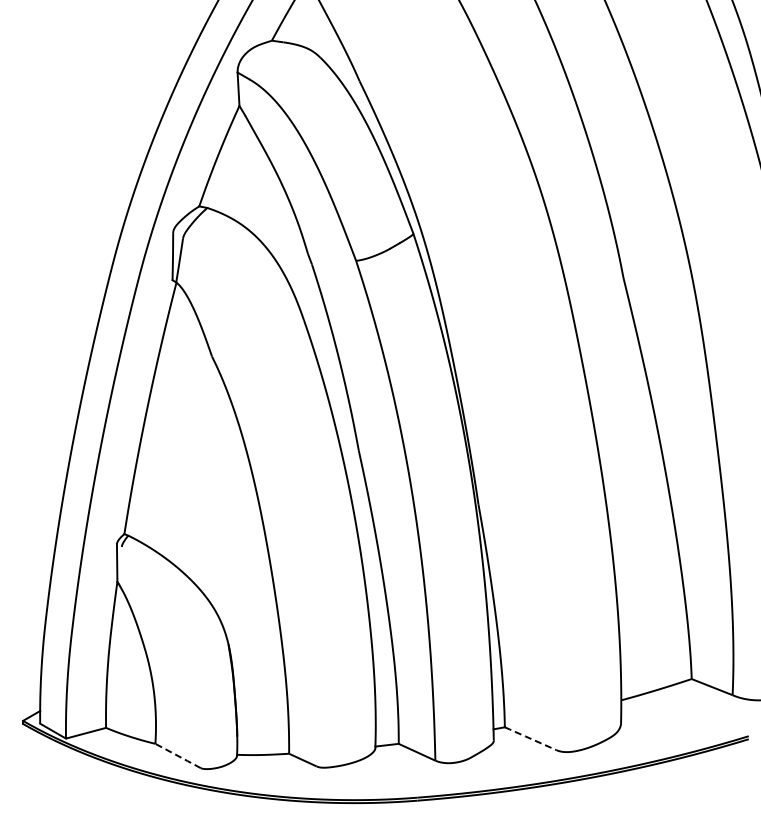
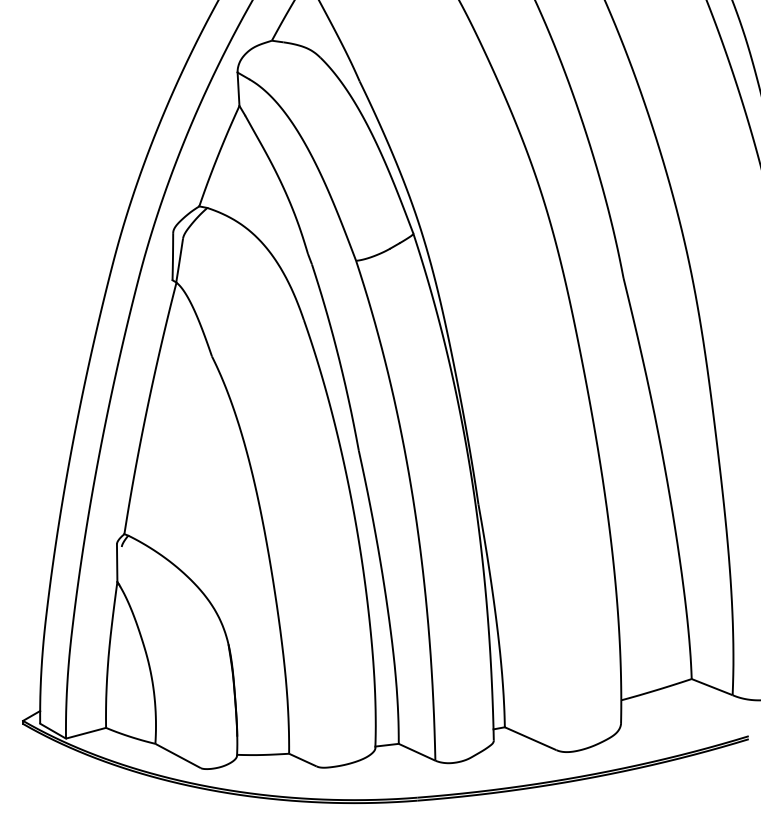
line at (529, 738): dashed -> solid
line at (178, 756): dashed -> solid
